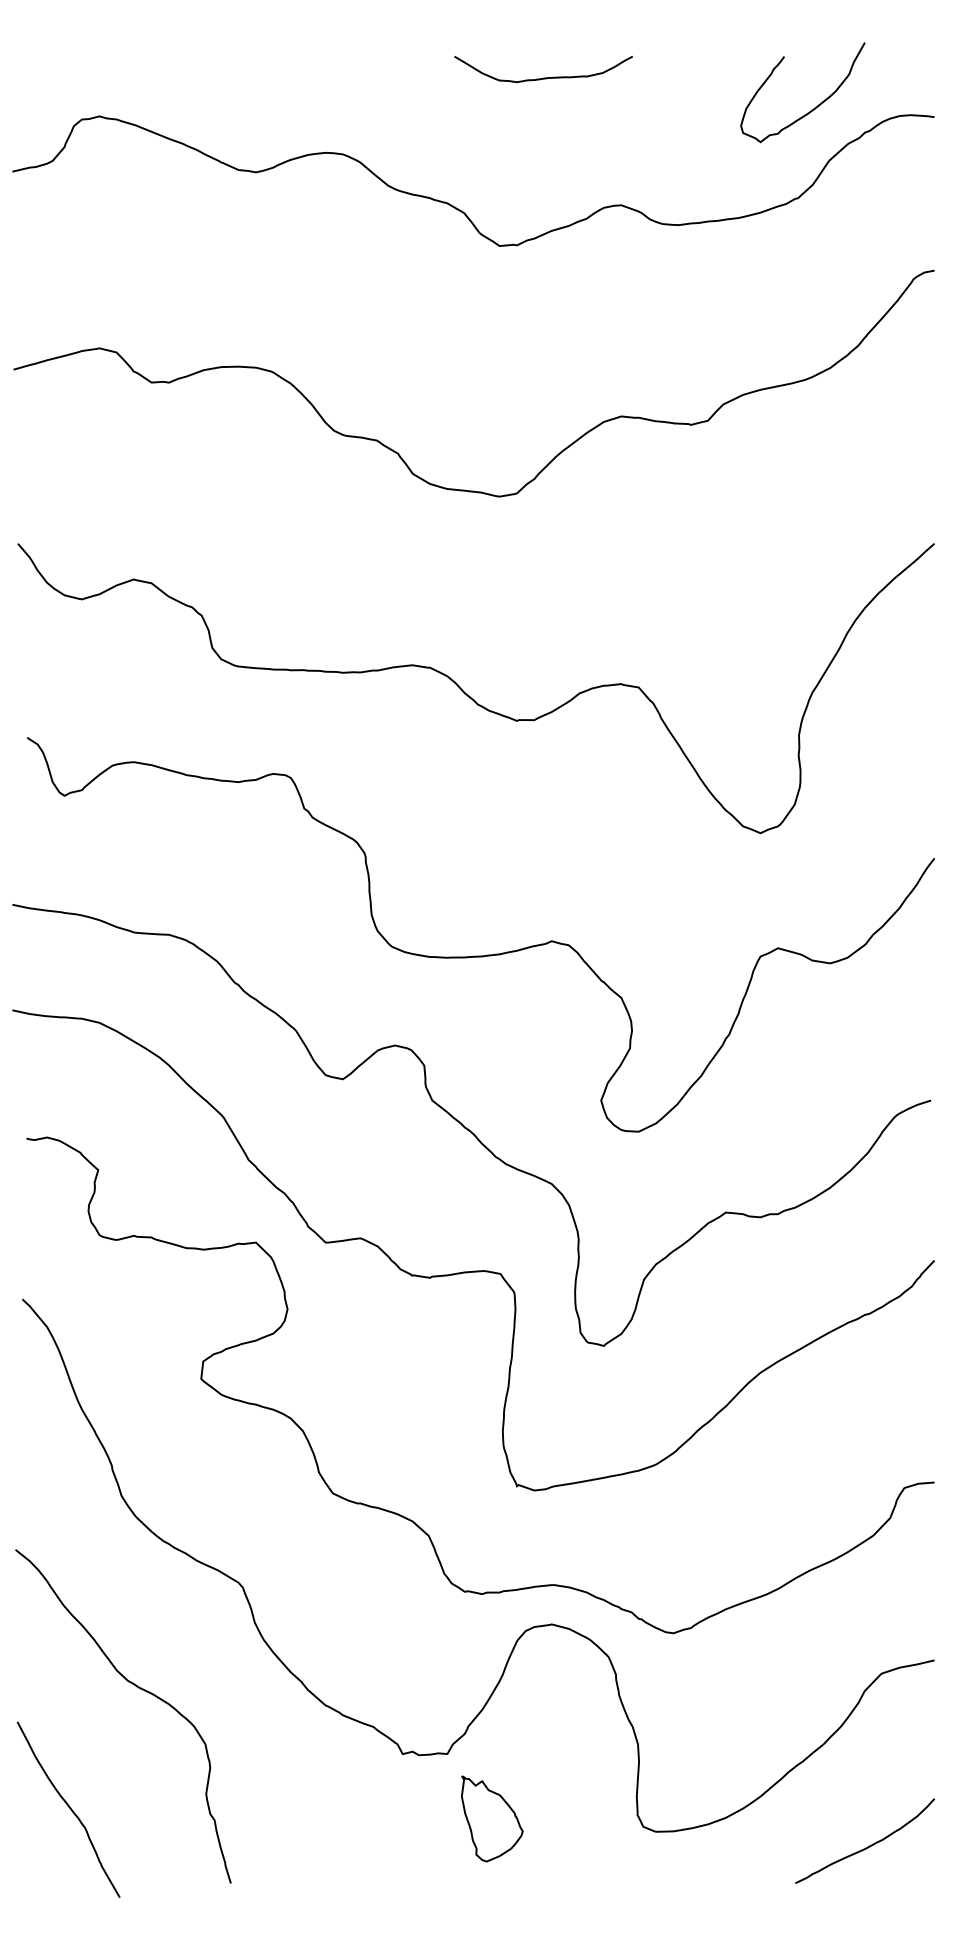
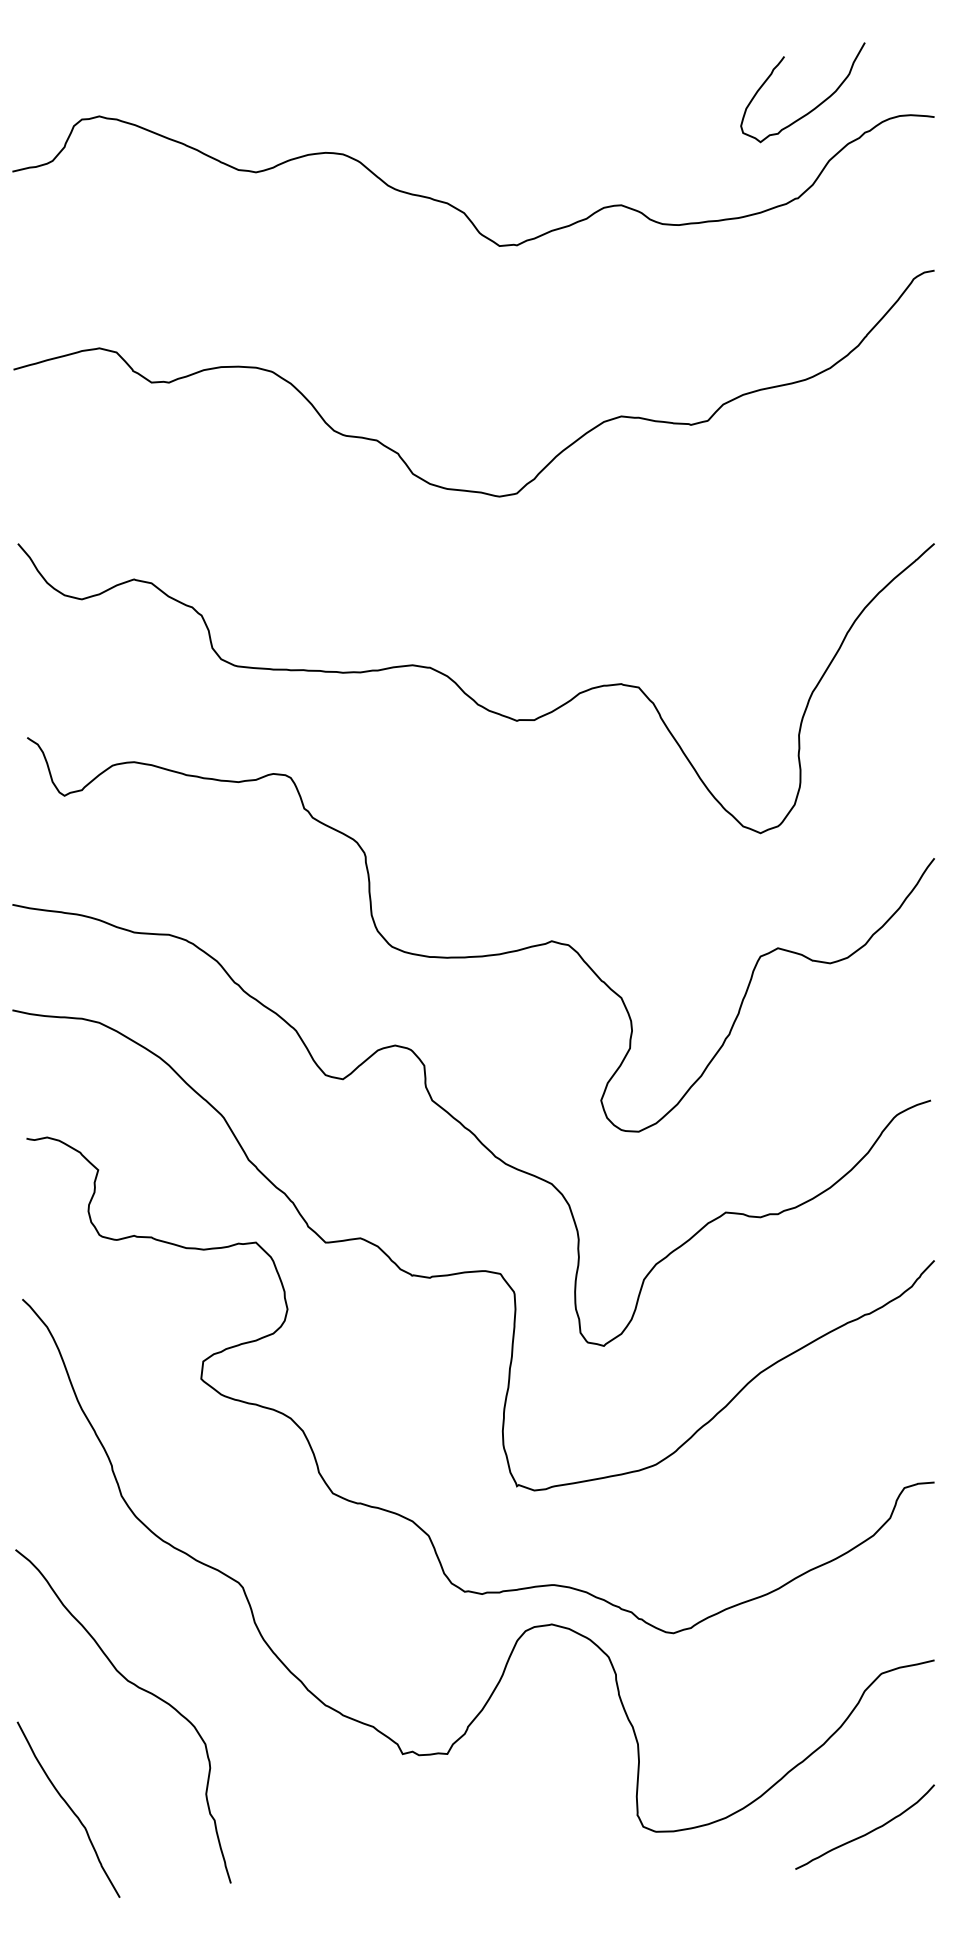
curve at (543, 77): present -> none
part at (492, 1818): present -> none
curve at (867, 1846) position: (867, 1846) -> (867, 1832)
